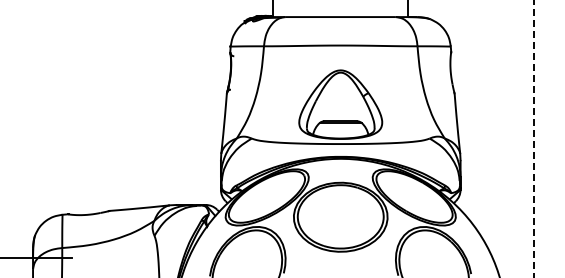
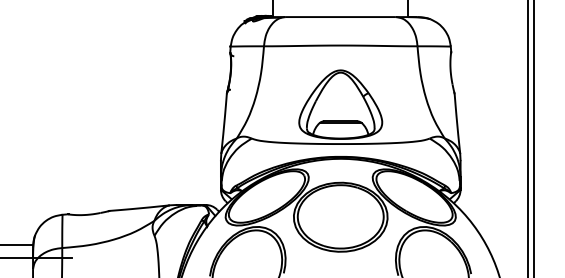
line at (528, 138): none -> present
line at (534, 139): dashed -> solid
line at (17, 244): none -> present
